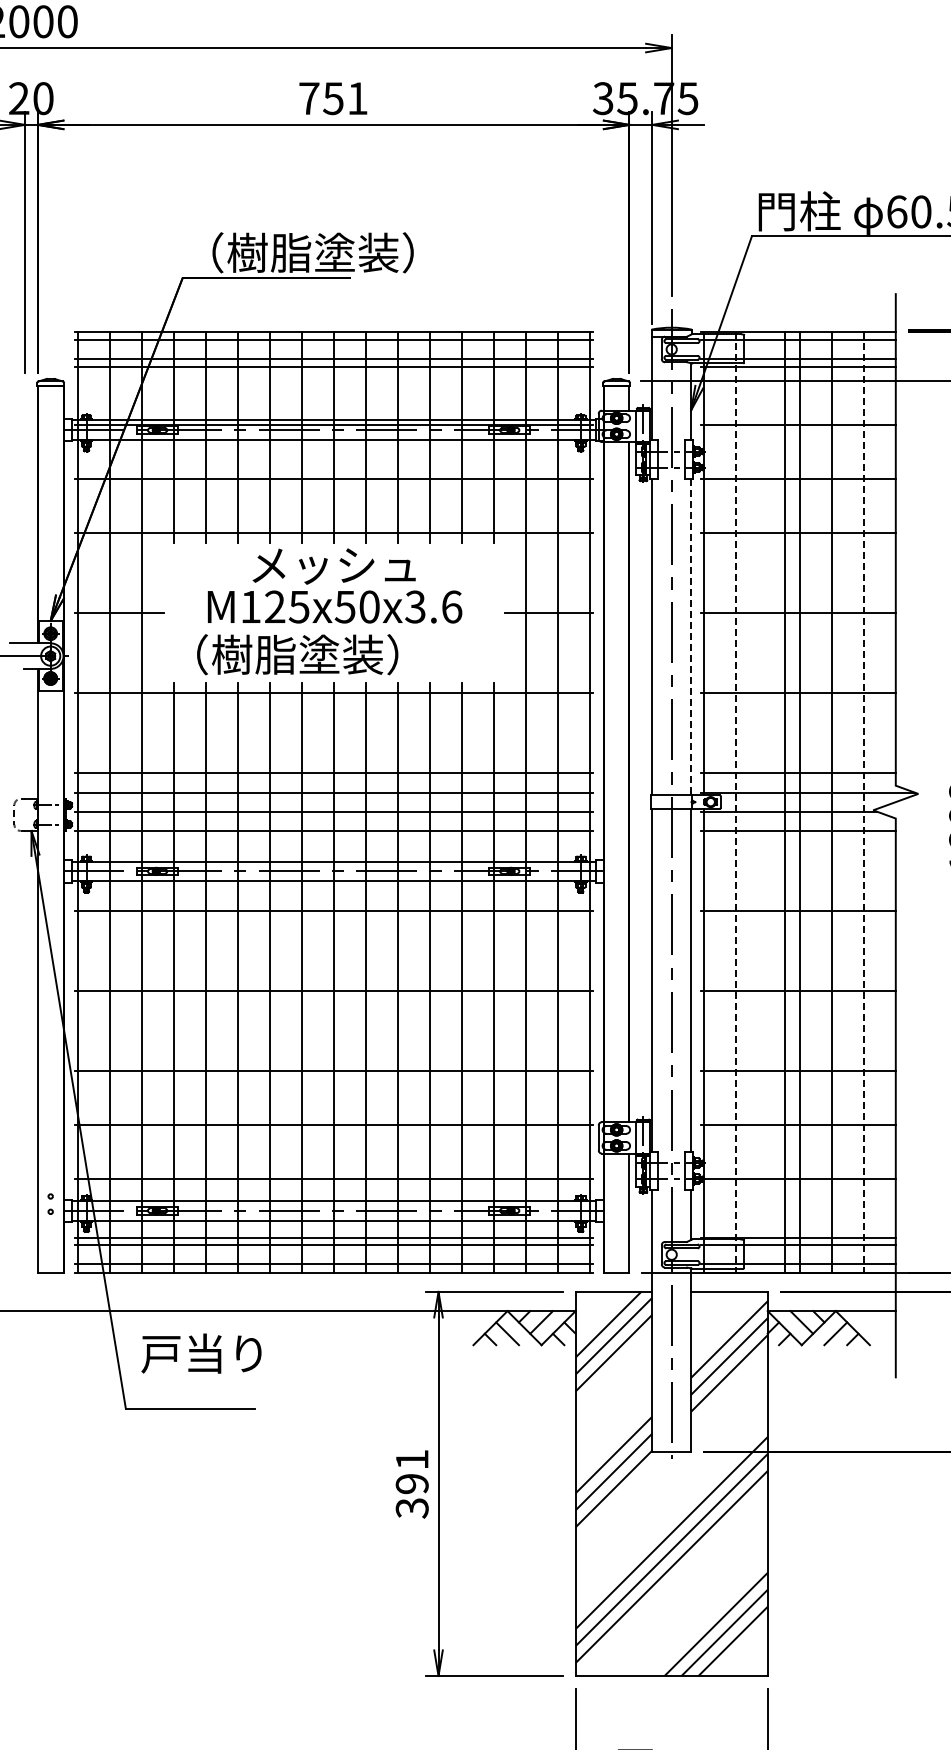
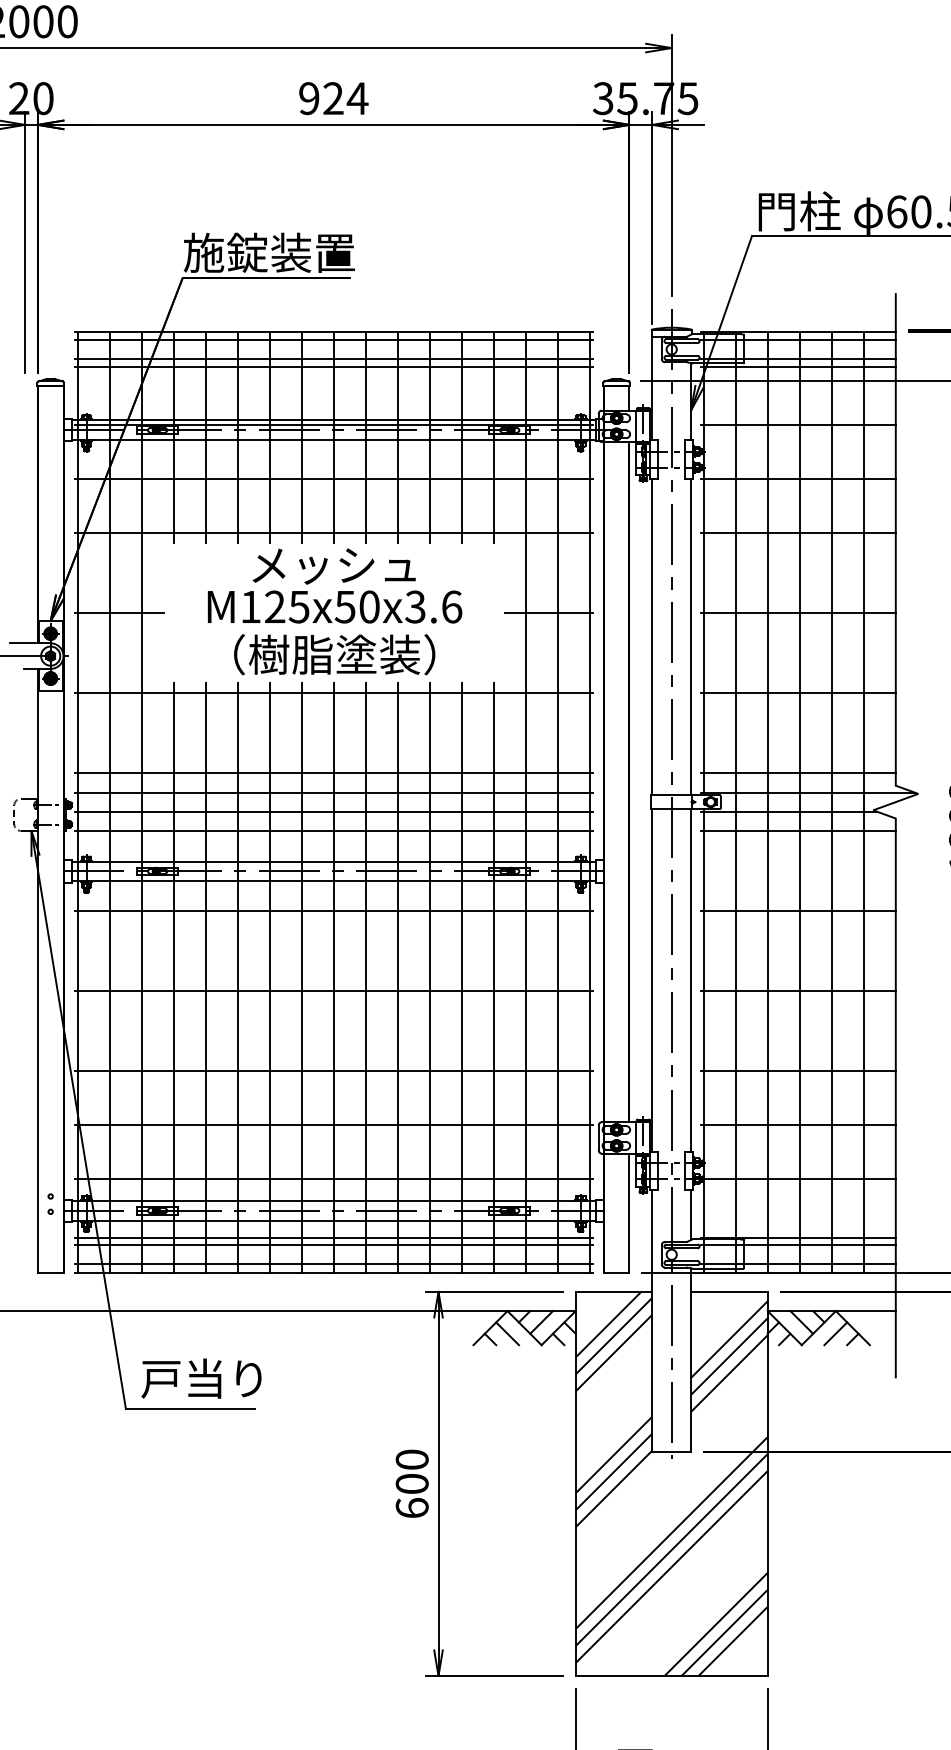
text at (333, 98): 751 -> 924
text at (298, 252): （樹脂塗装） -> 施錠装置
line at (691, 637): dashed -> solid
text at (297, 654) position: (297, 654) -> (334, 654)
line at (784, 801) position: (784, 801) -> (767, 801)
line at (735, 802): dashed -> solid
line at (863, 802): dashed -> solid
text at (201, 1353) position: (201, 1353) -> (201, 1378)
text at (411, 1483): 391 -> 600
